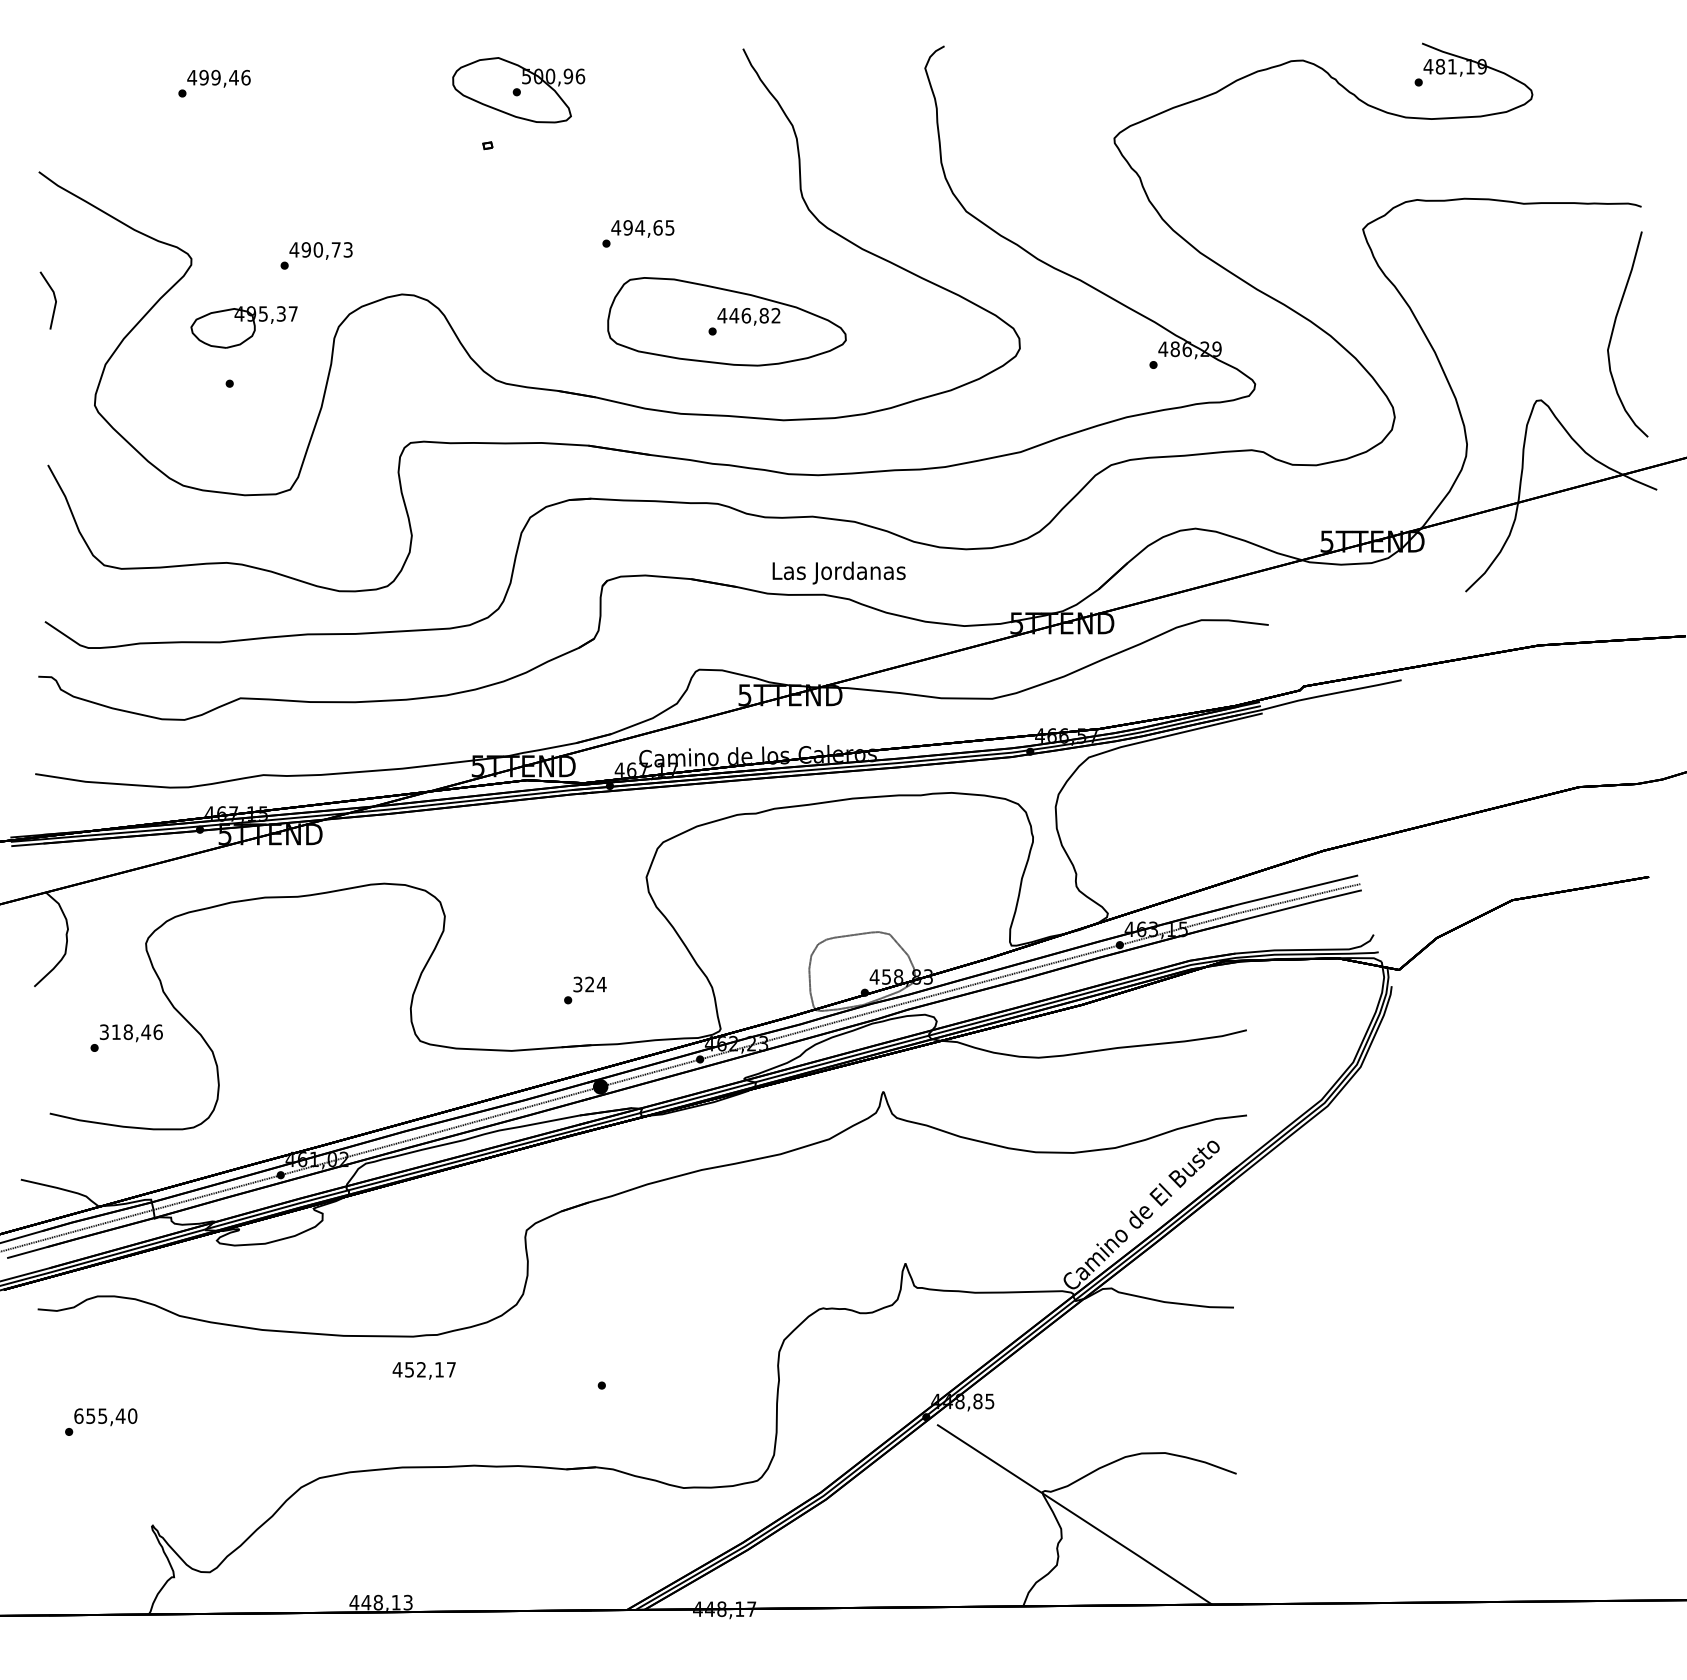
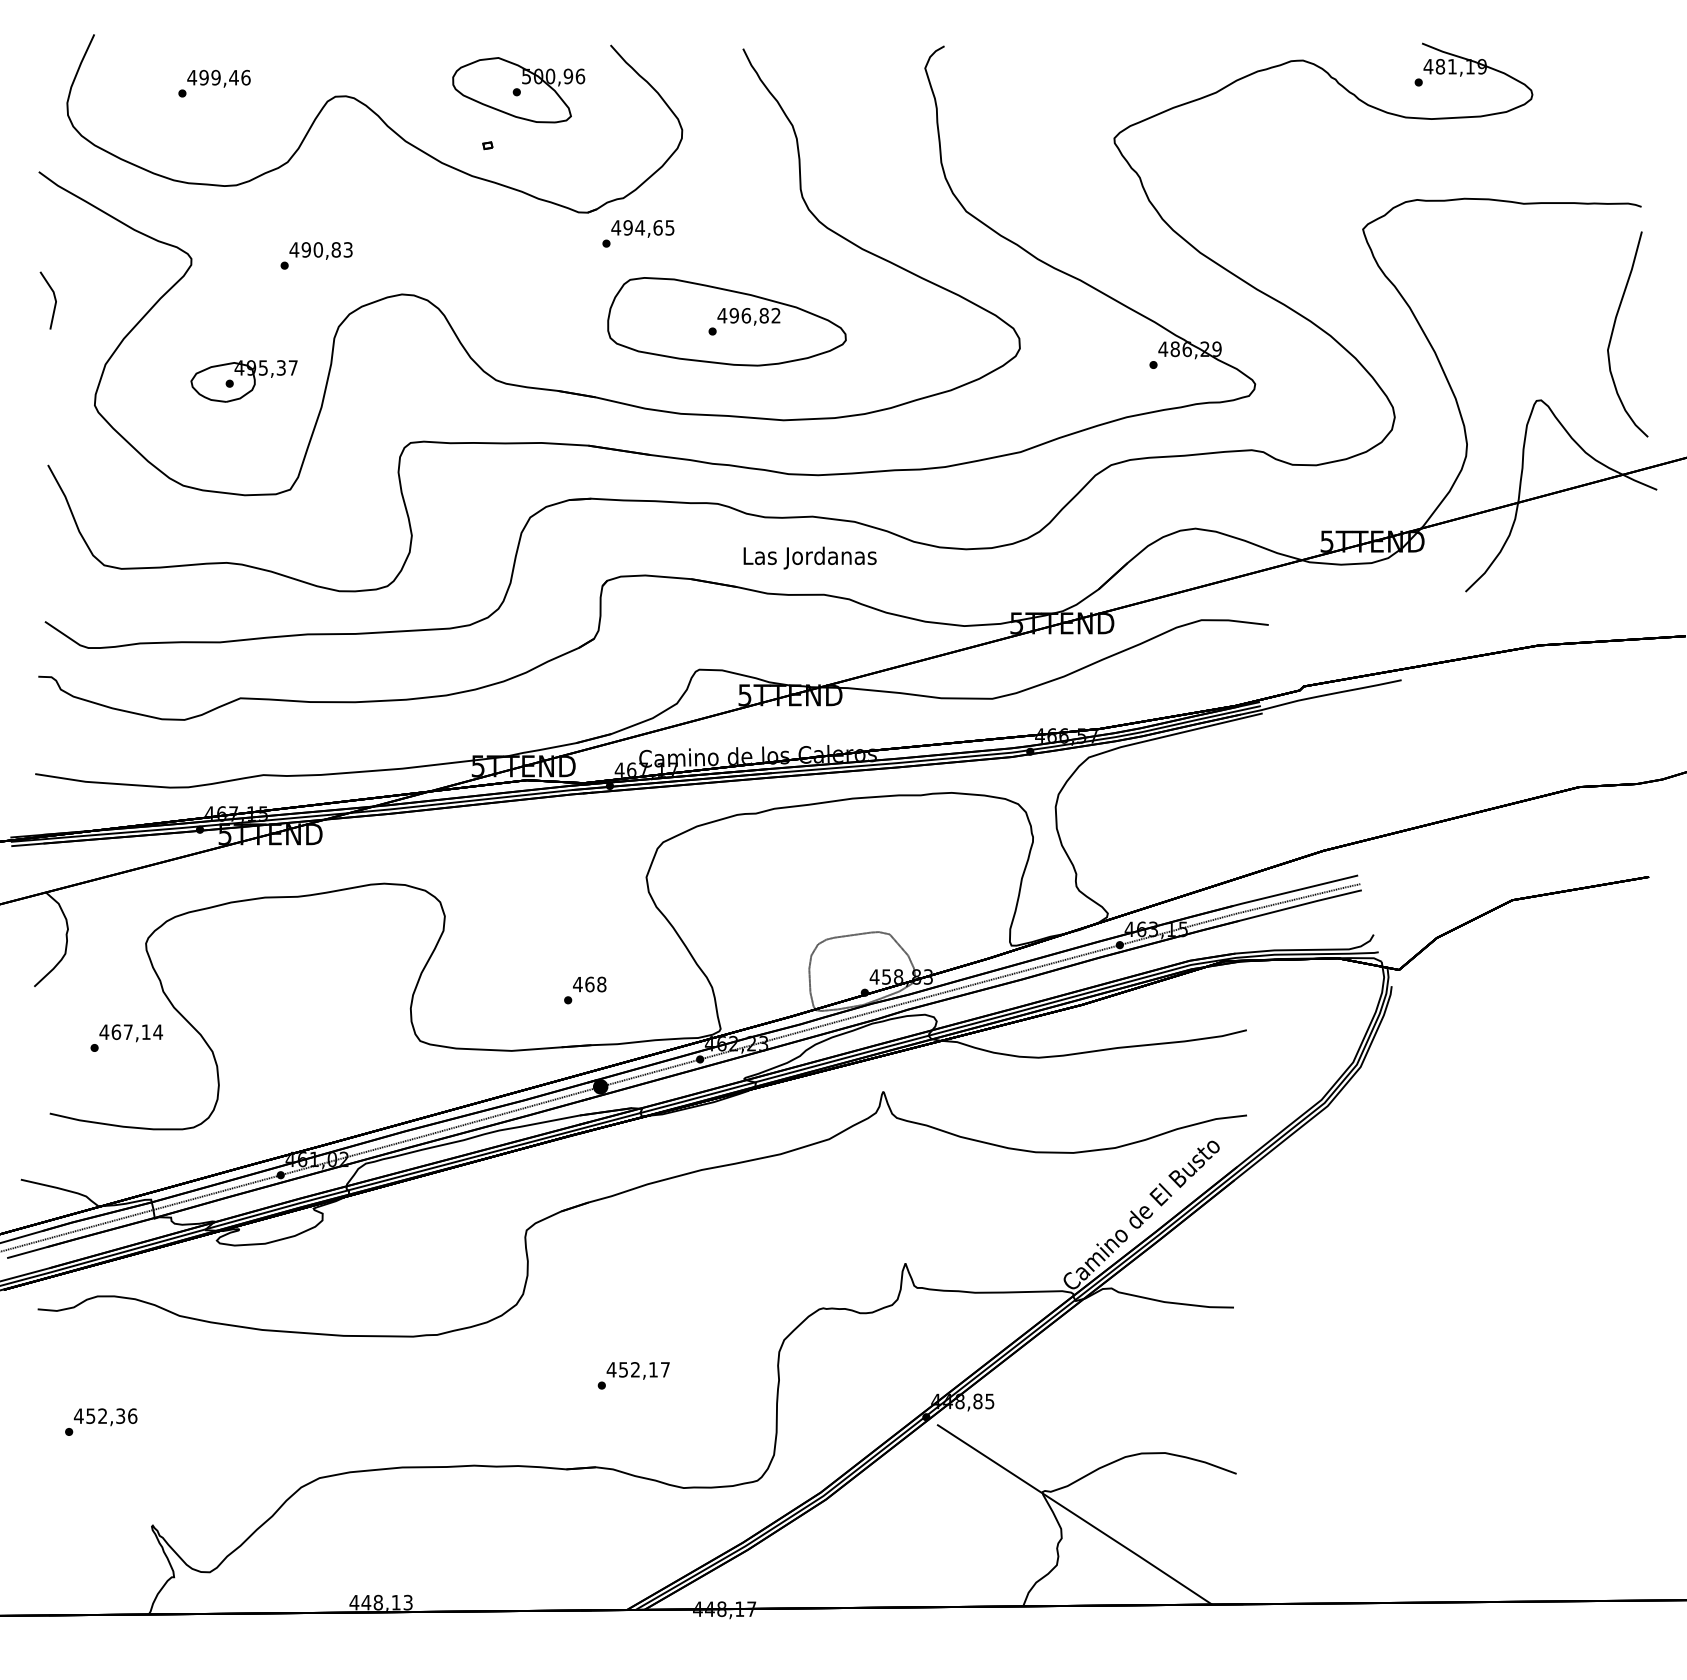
part at (379, 118): none -> present
text at (335, 249): 490,73 -> 490,83
text at (734, 315): 446,82 -> 496,82
part at (243, 327) position: (243, 327) -> (243, 381)
text at (838, 572) position: (838, 572) -> (809, 557)
text at (589, 984): 324 -> 468
text at (131, 1032): 318,46 -> 467,14
text at (423, 1370) position: (423, 1370) -> (637, 1370)
text at (105, 1415): 655,40 -> 452,36
